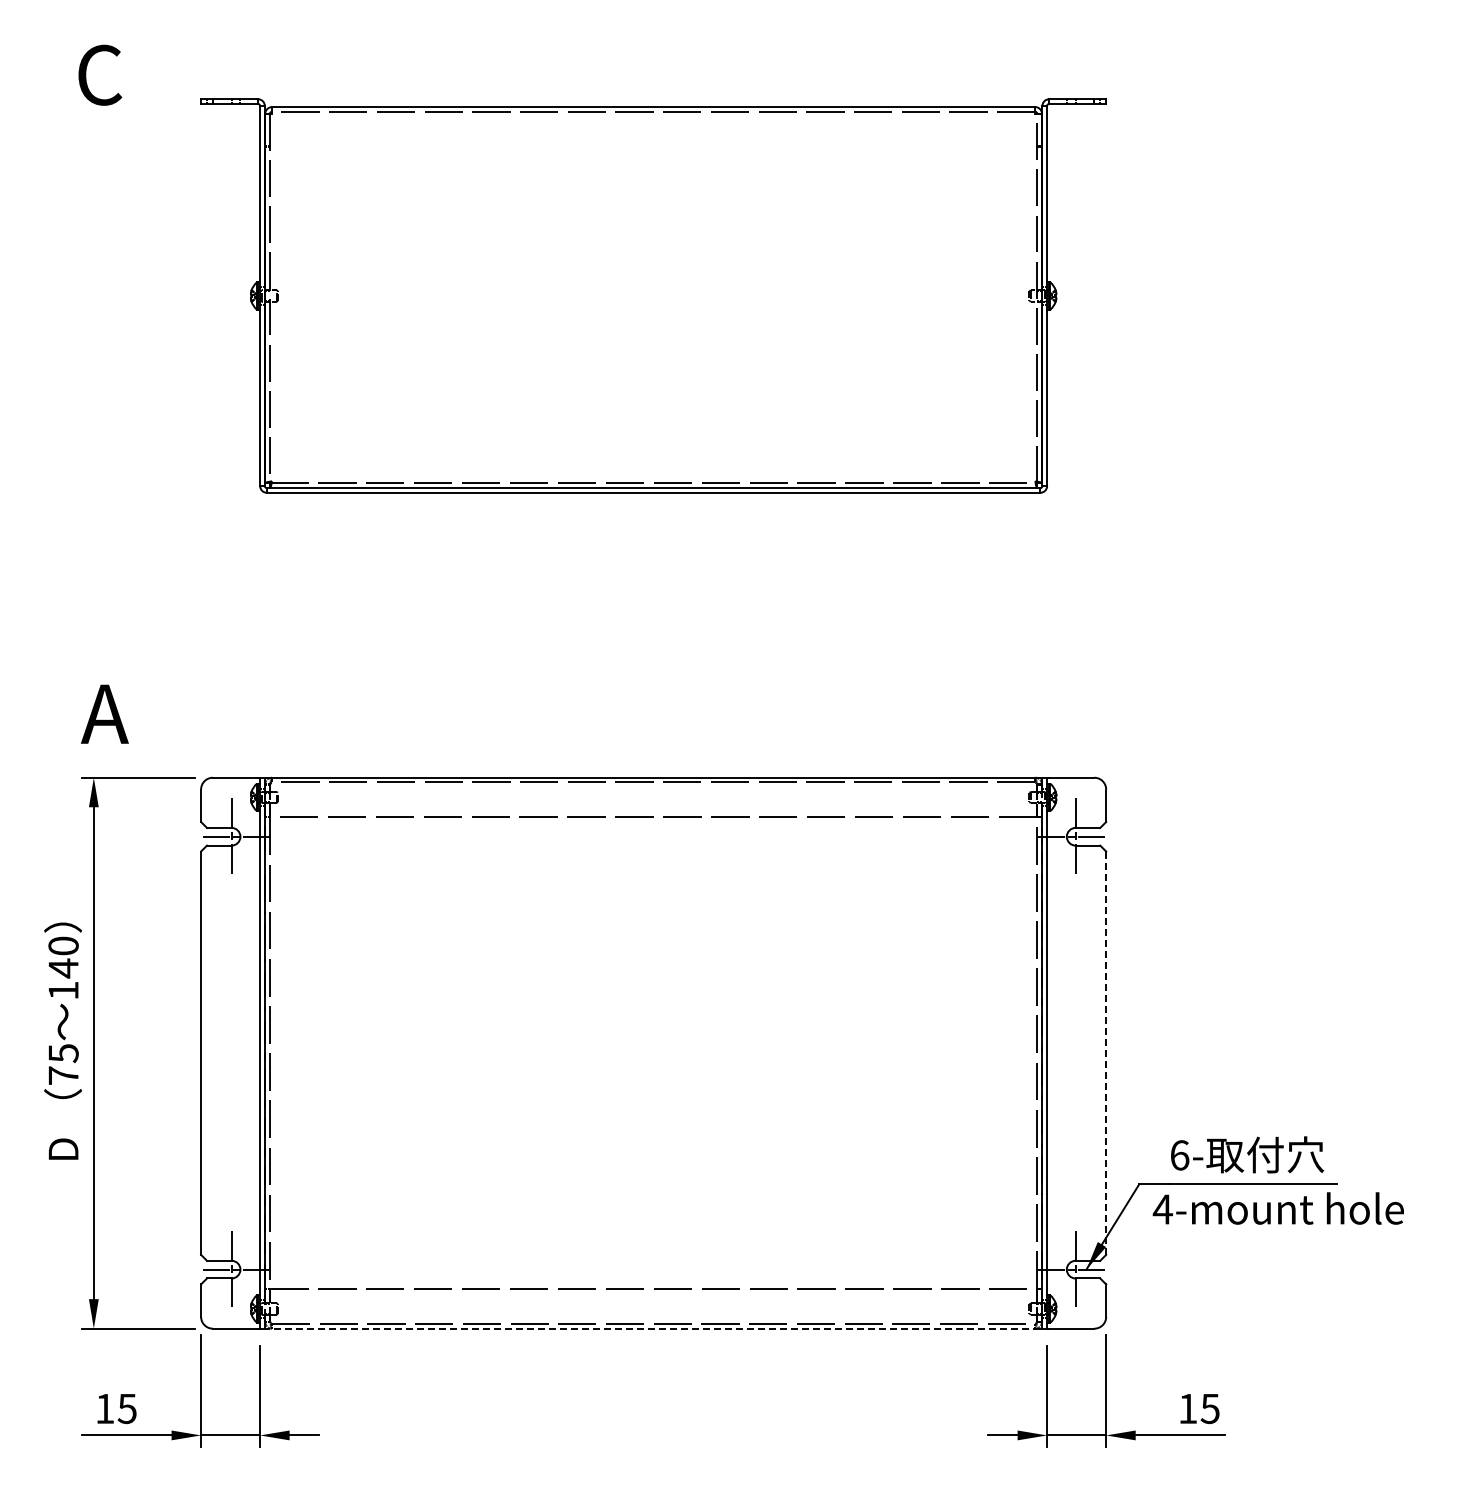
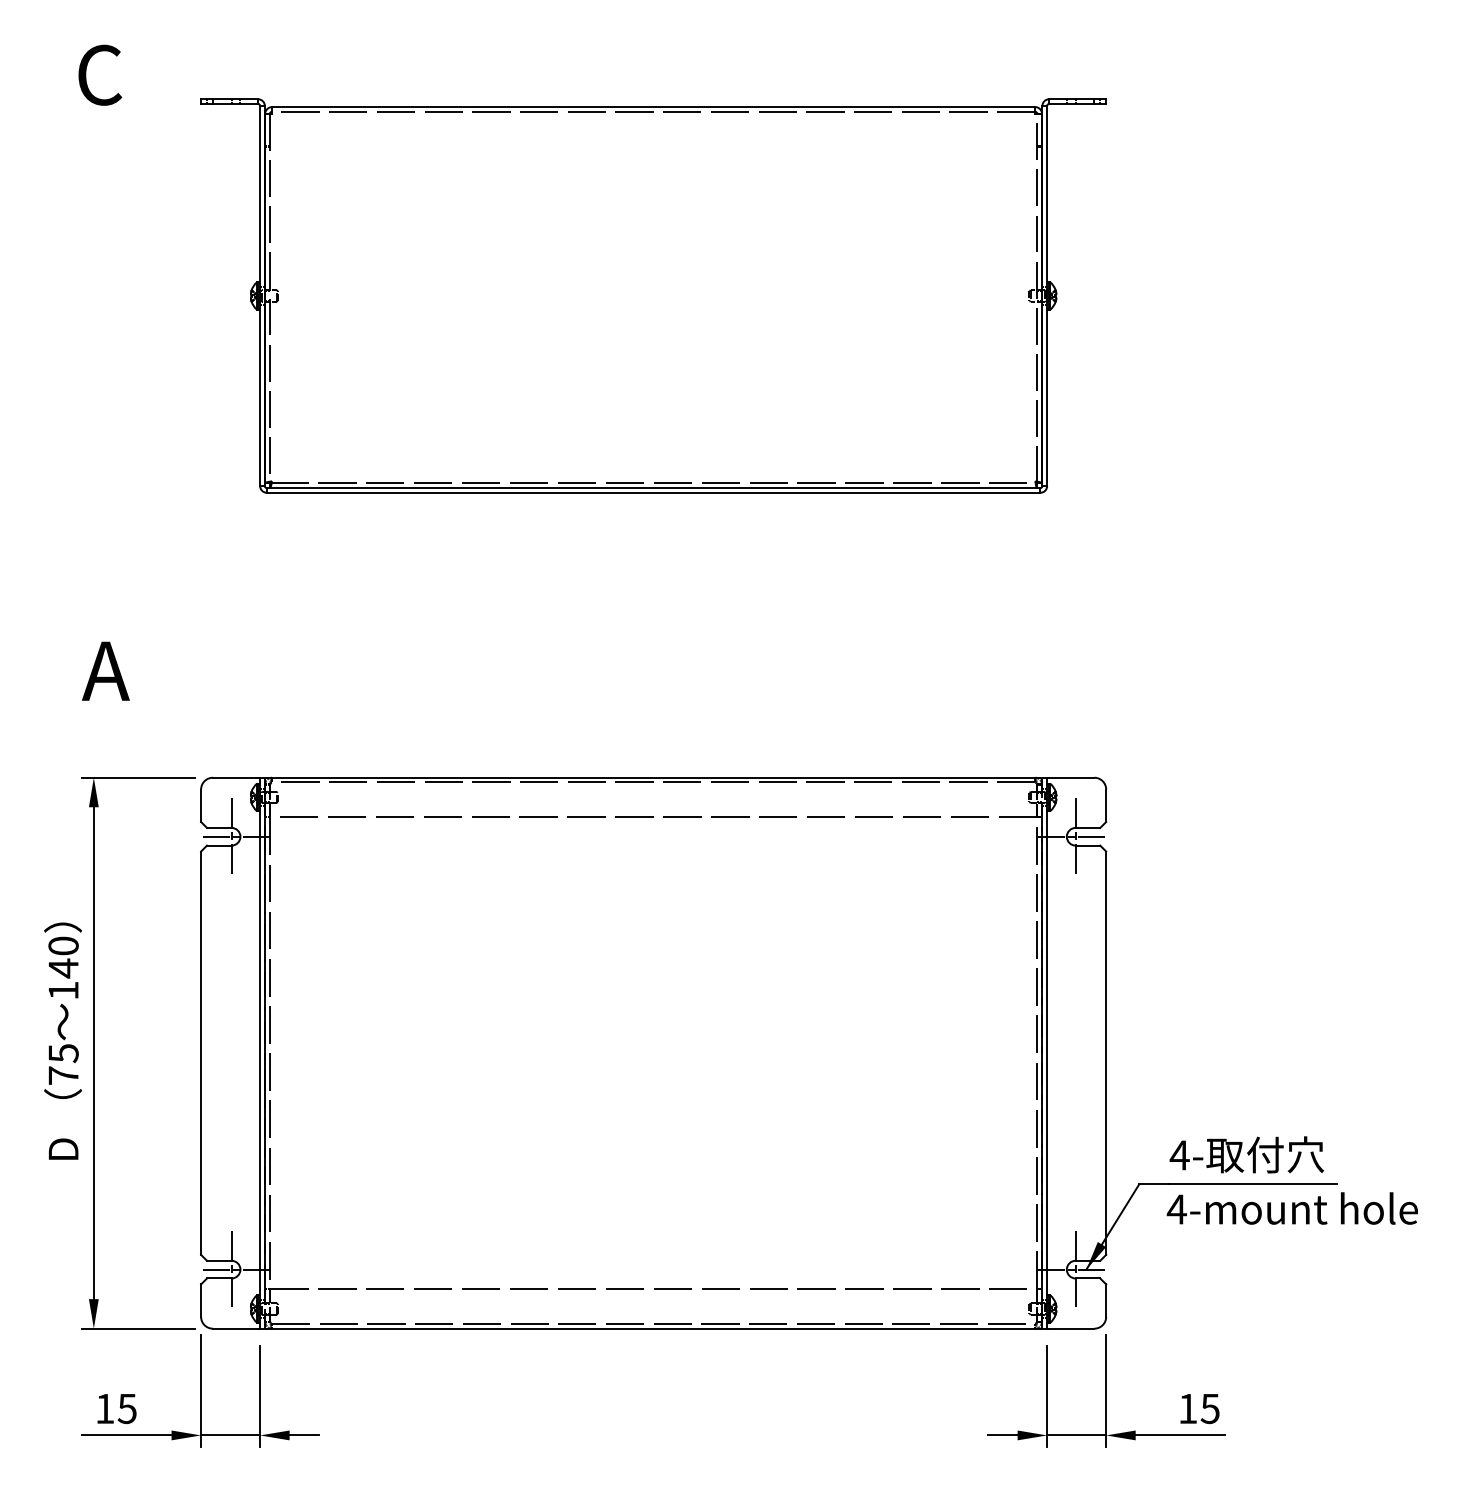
text at (104, 713) position: (104, 713) -> (105, 670)
line at (1106, 1053): dashed -> solid
text at (1179, 1155): 6- -> 4-
text at (1277, 1208) position: (1277, 1208) -> (1291, 1208)
line at (653, 1328): dashed -> solid
